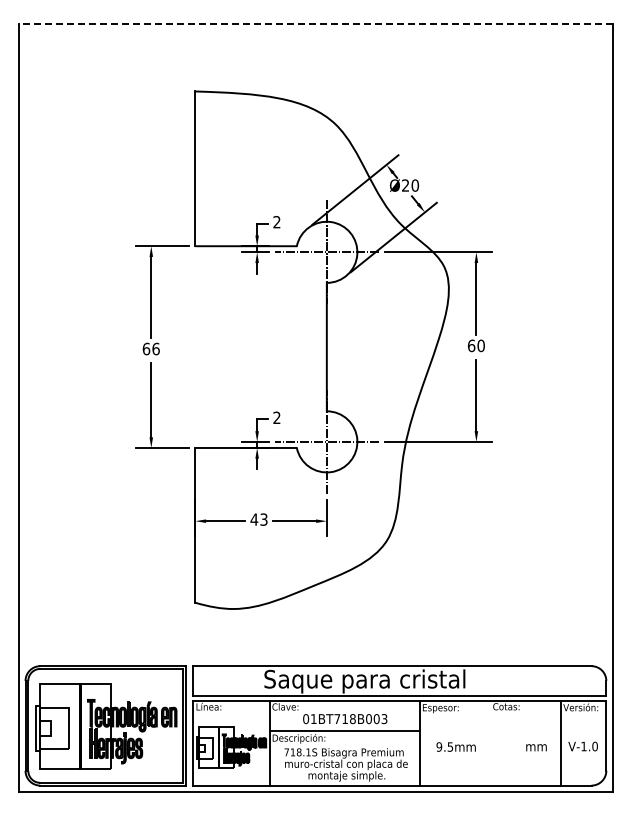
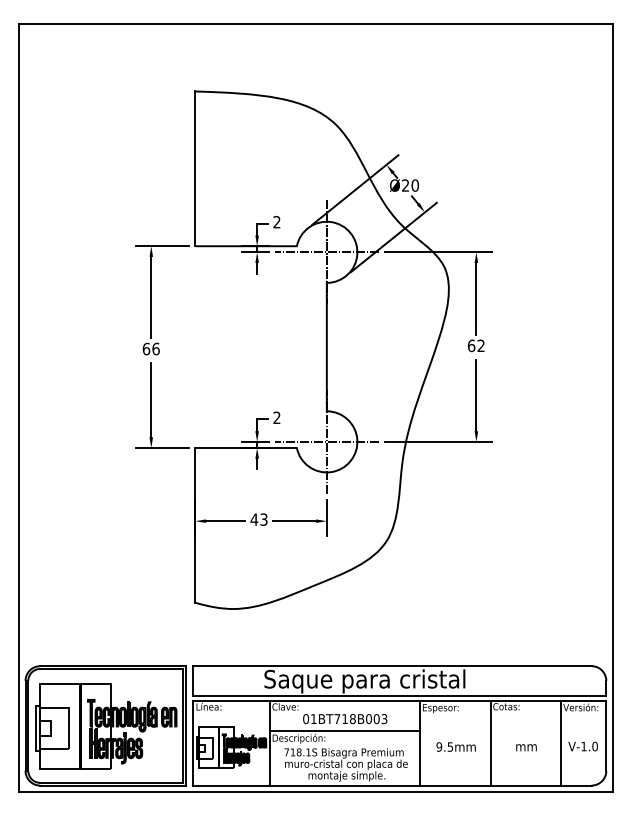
line at (315, 24): dashed -> solid
text at (480, 345): 60 -> 62
line at (490, 743): none -> present
text at (536, 747) position: (536, 747) -> (526, 747)
